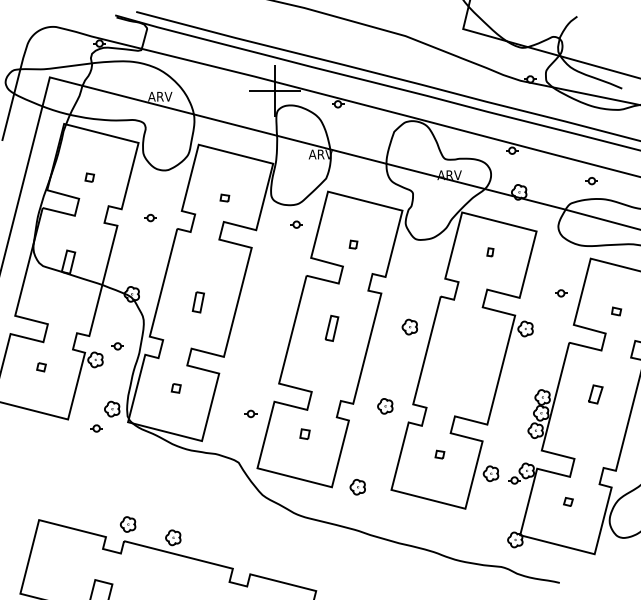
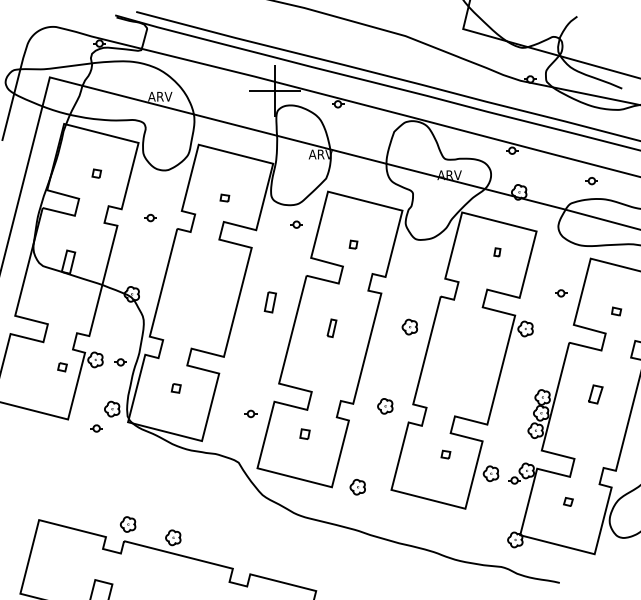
part at (89, 177) position: (89, 177) -> (96, 173)
part at (490, 252) position: (490, 252) -> (497, 252)
part at (197, 302) position: (197, 302) -> (269, 302)
part at (331, 327) size: 16x28 px -> 12x20 px
part at (117, 346) position: (117, 346) -> (120, 362)
part at (41, 367) position: (41, 367) -> (62, 367)
part at (439, 454) position: (439, 454) -> (445, 454)
